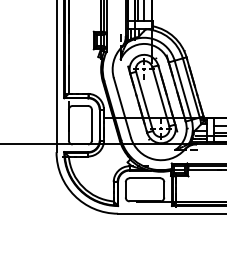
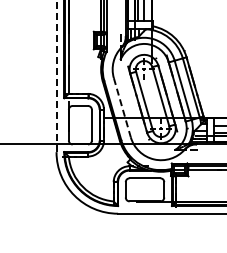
line at (56, 76): solid -> dashed
line at (122, 107): solid -> dashed
